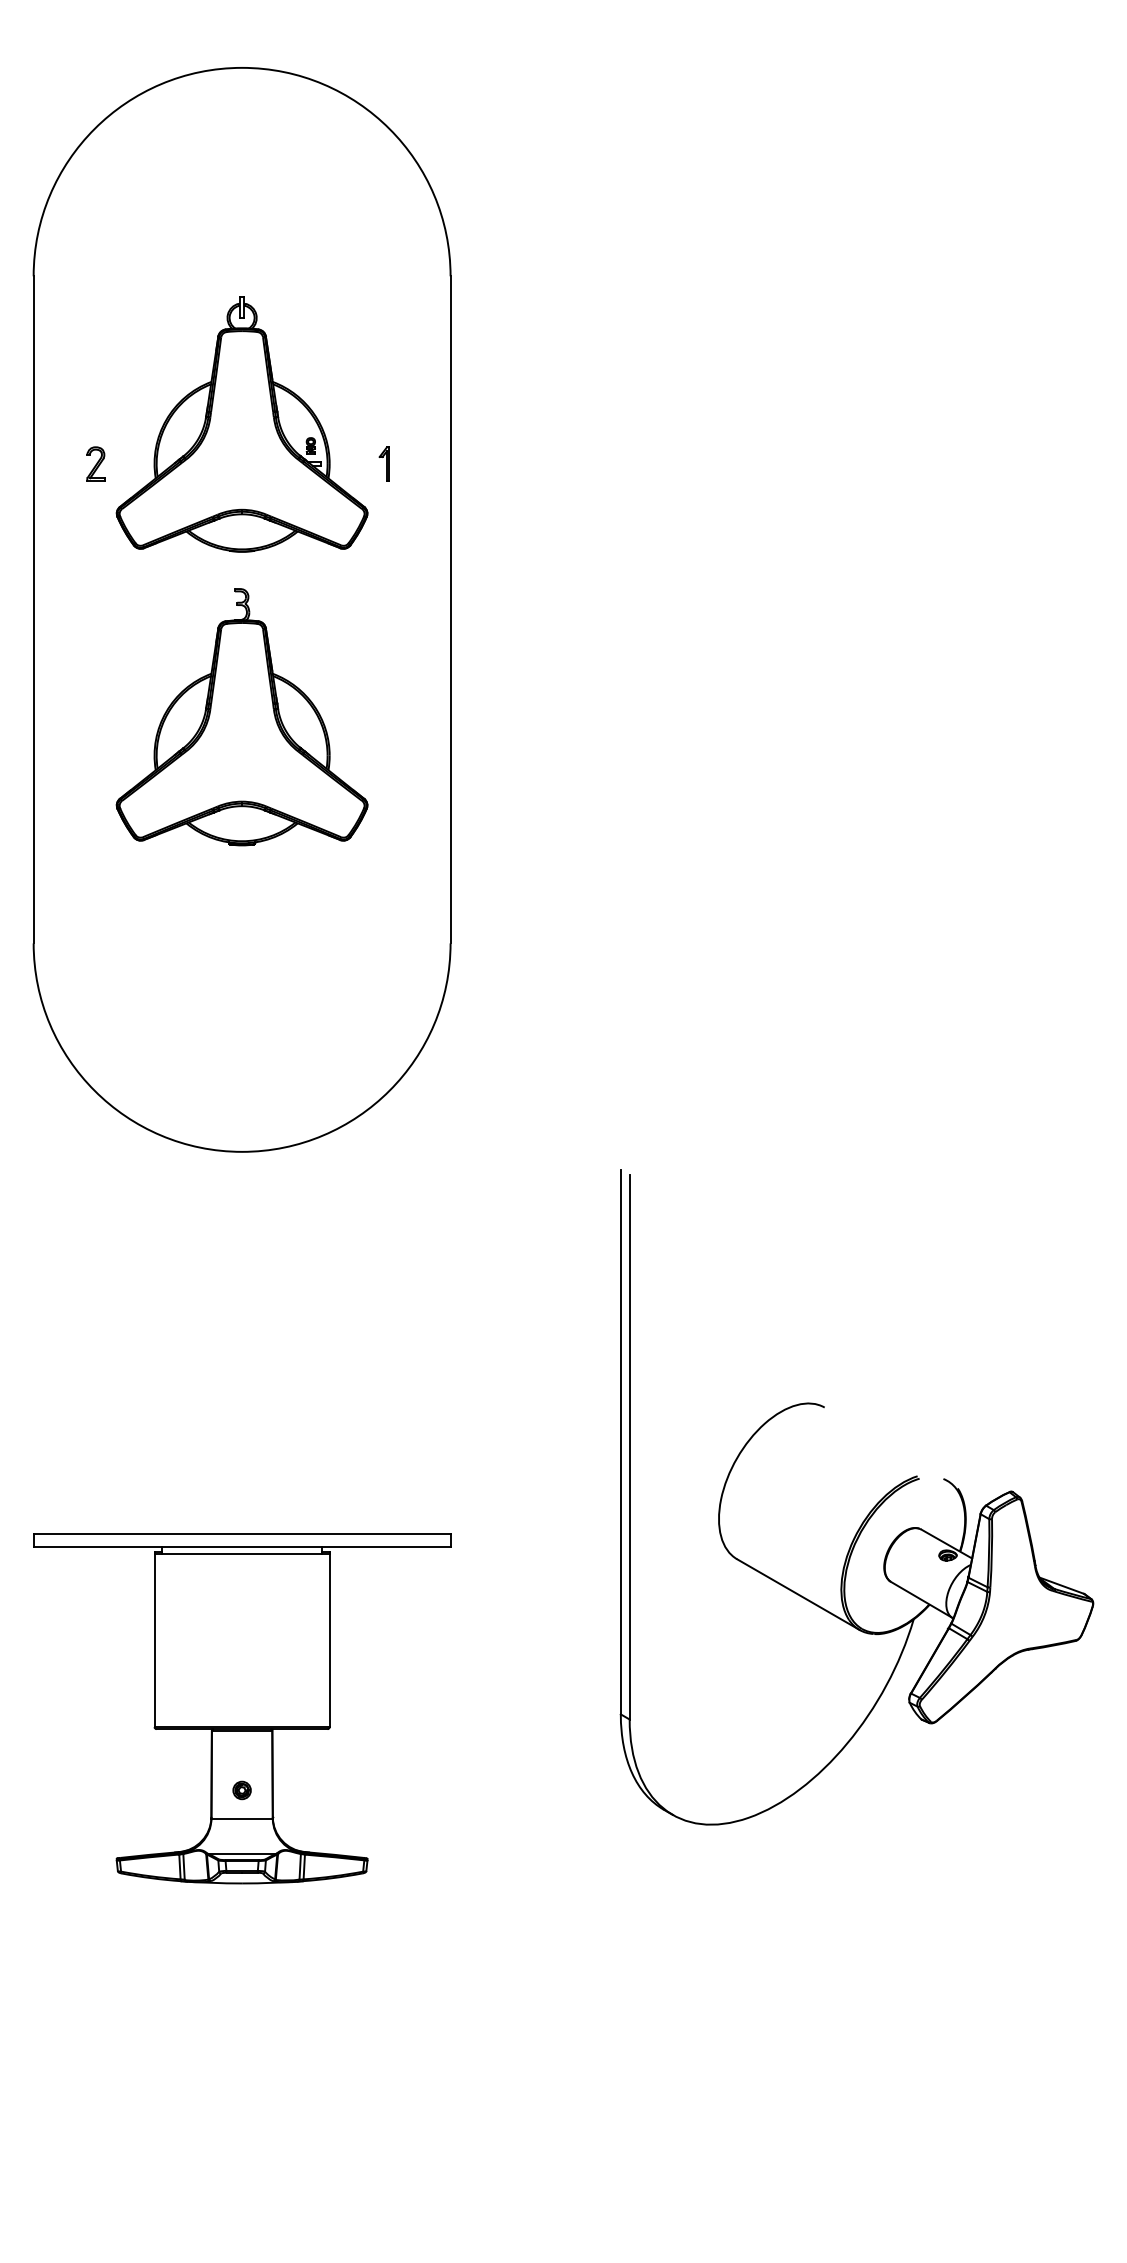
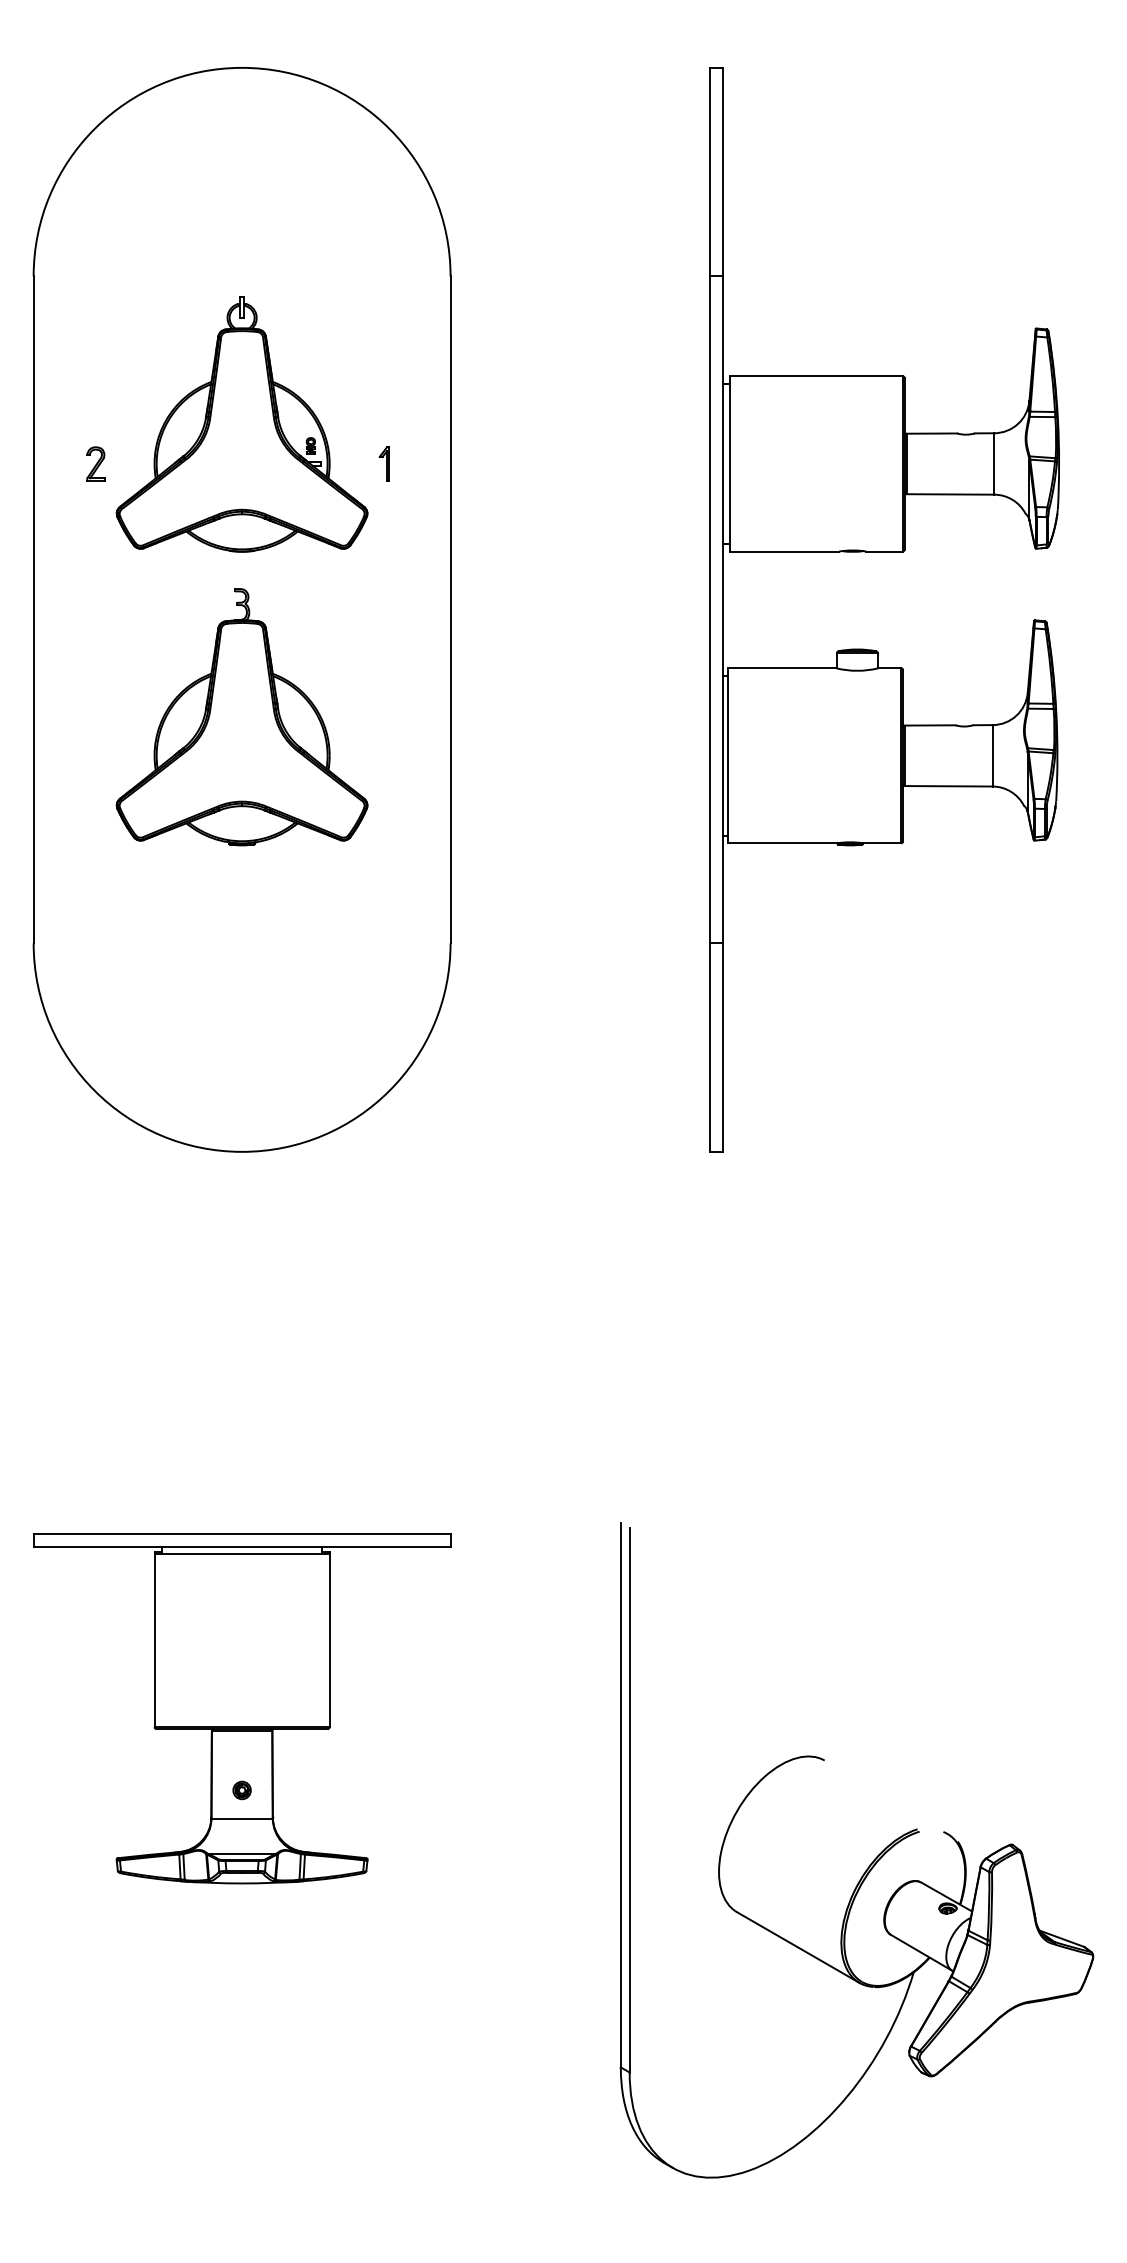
part at (873, 649): none -> present
part at (870, 1510) position: (870, 1510) -> (870, 1863)
